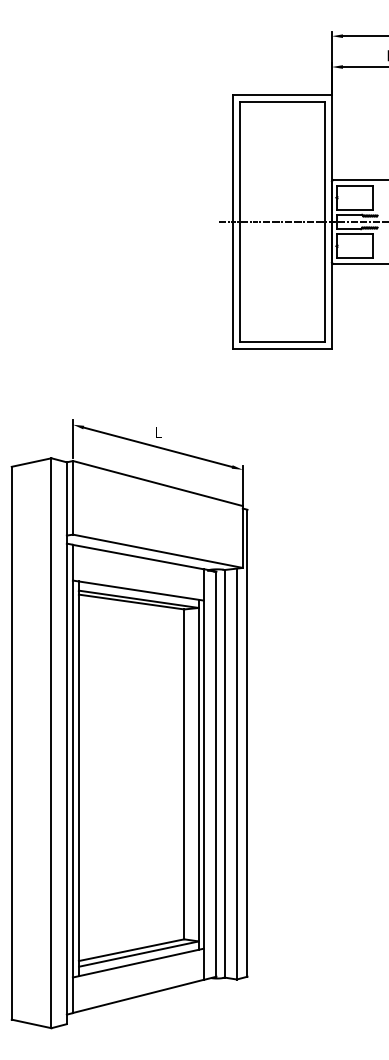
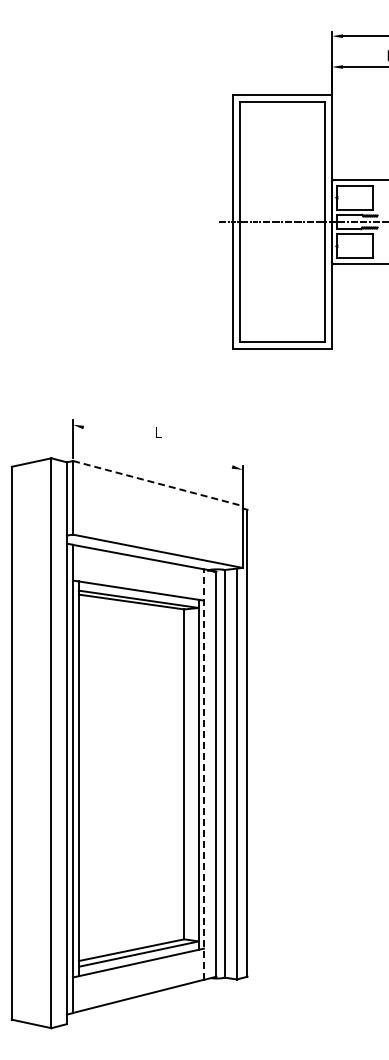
line at (157, 446): present -> none
line at (157, 483): solid -> dashed
line at (204, 774): solid -> dashed
